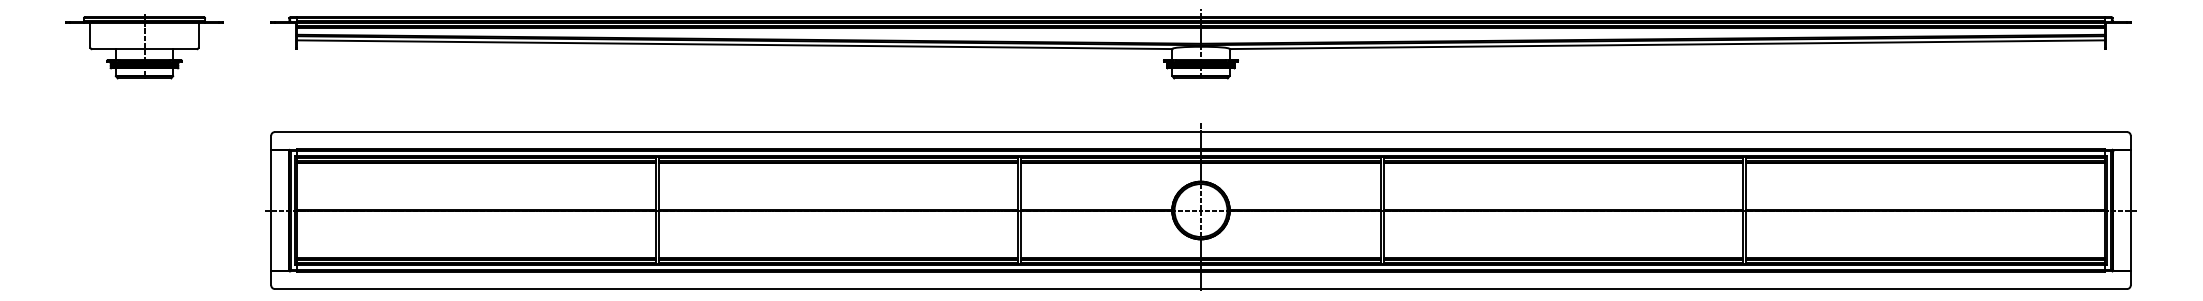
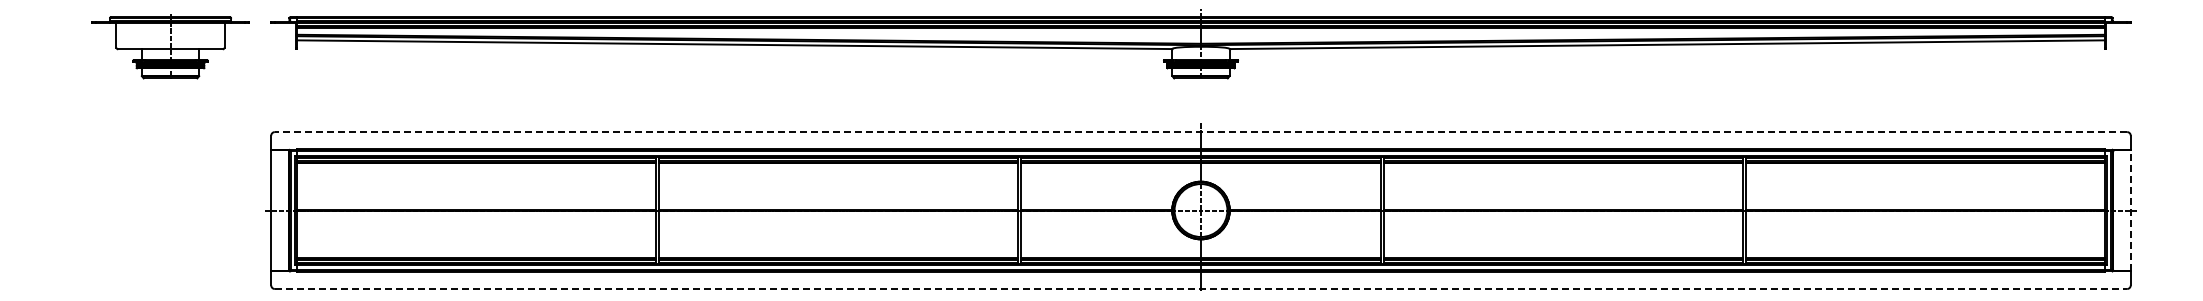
part at (144, 46) position: (144, 46) -> (170, 46)
line at (1200, 132): solid -> dashed
line at (2130, 210): solid -> dashed
line at (1201, 289): solid -> dashed
